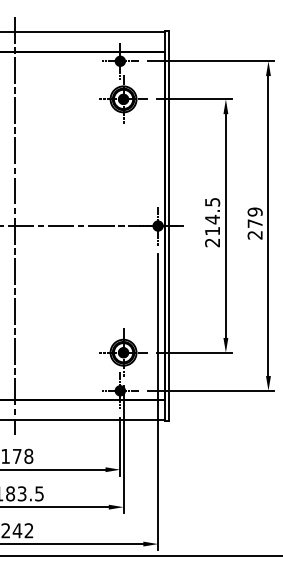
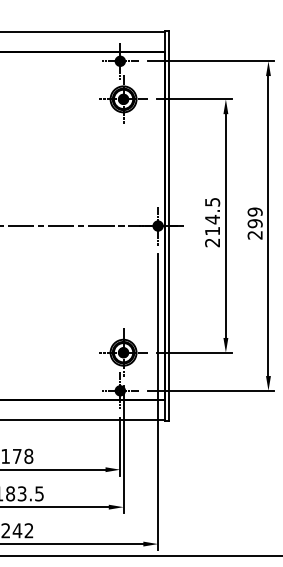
text at (254, 223): 279 -> 299
line at (15, 226): present -> none
